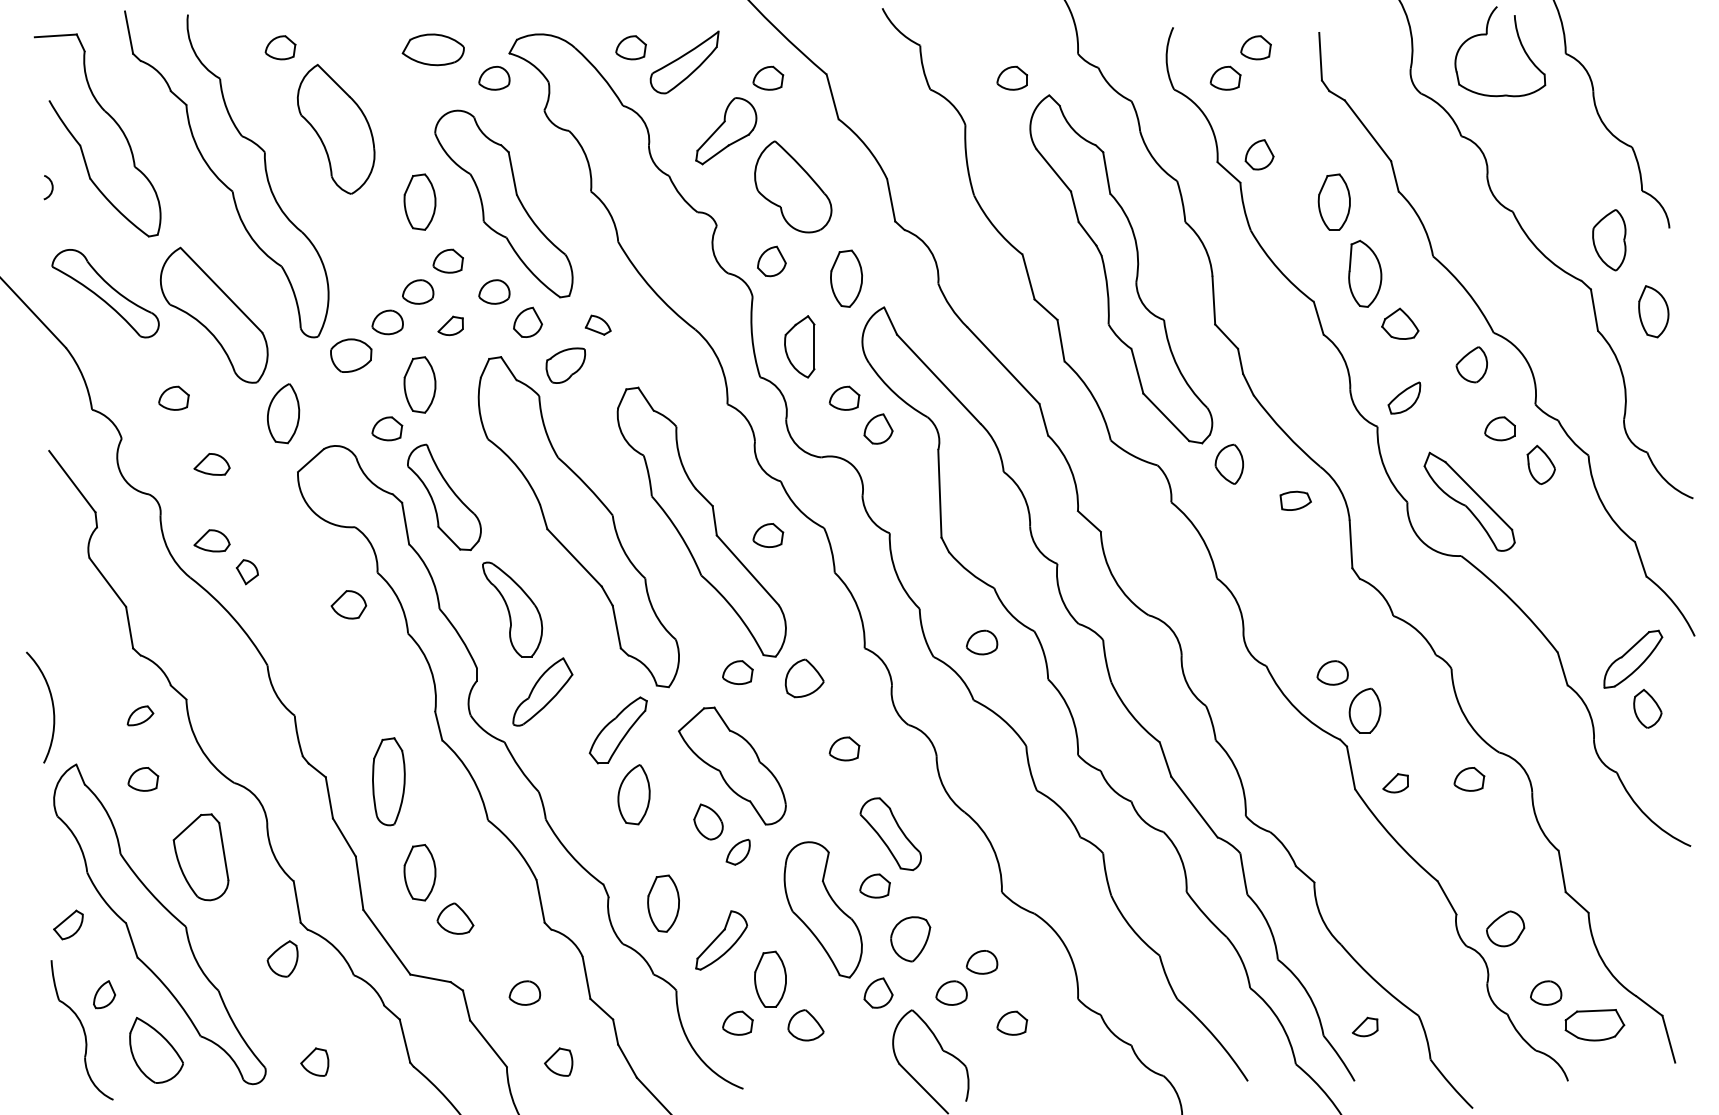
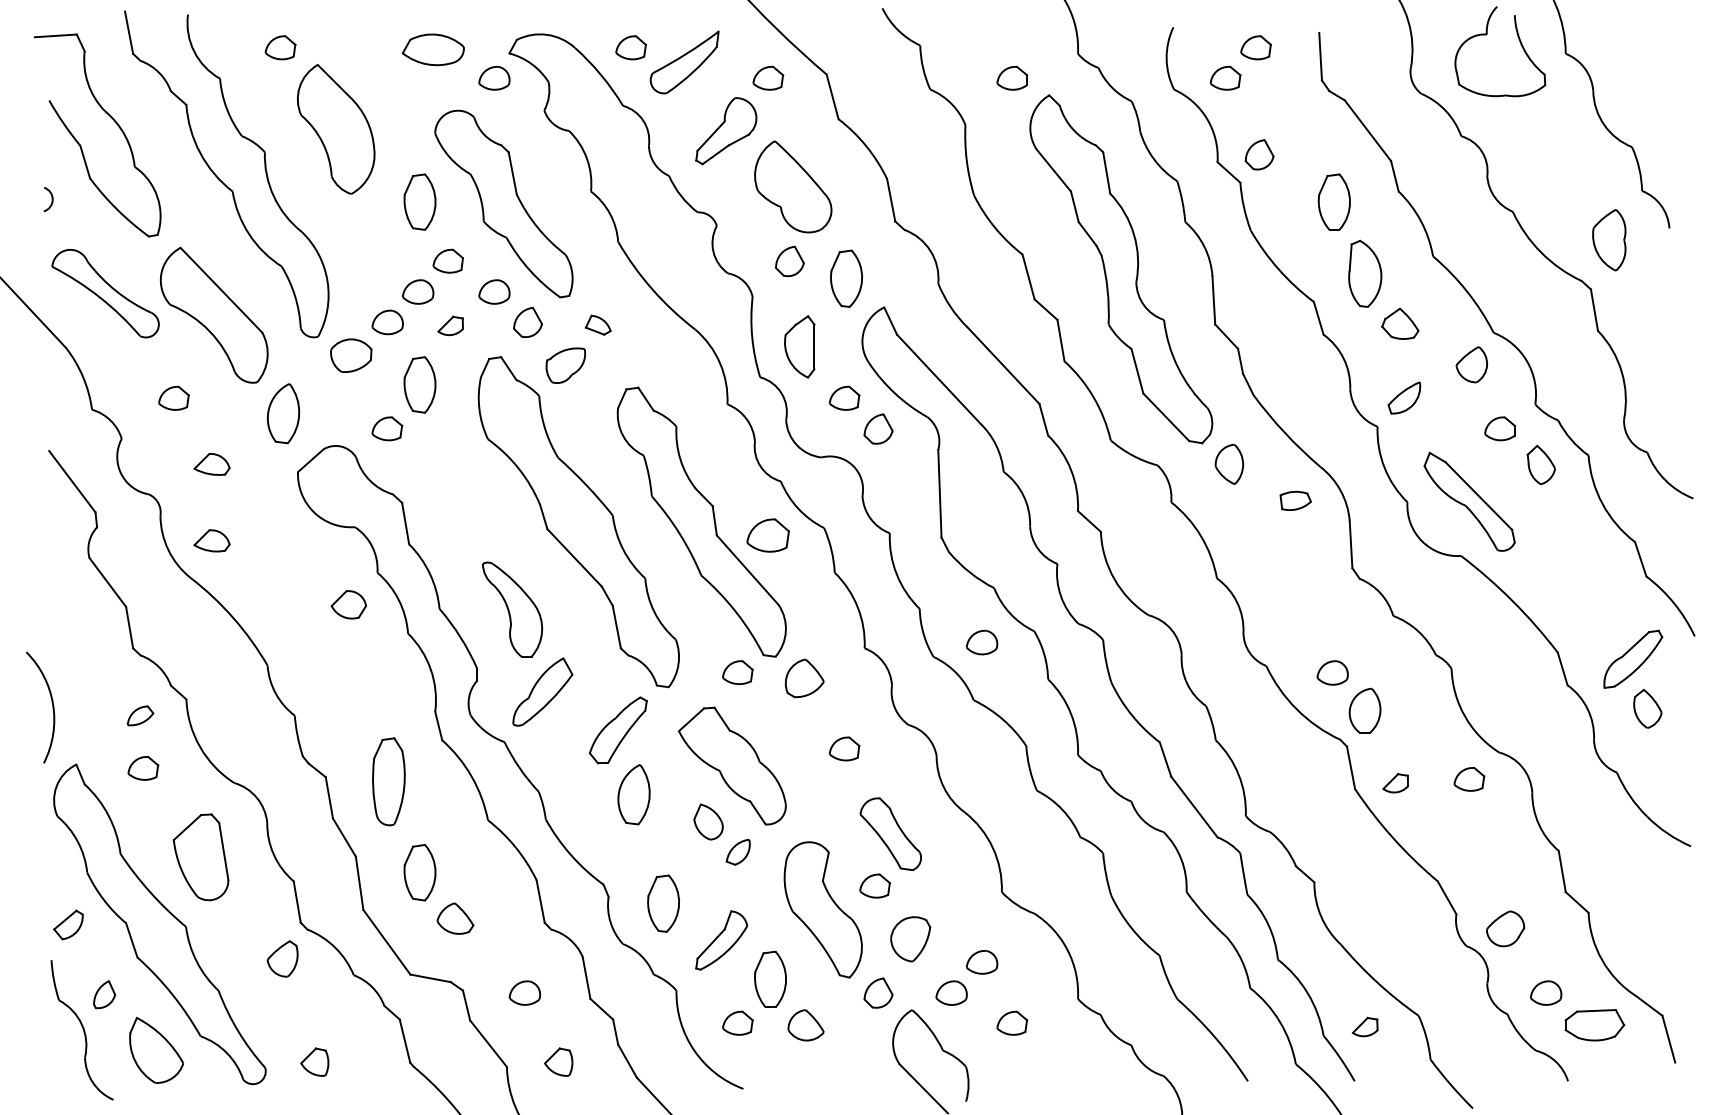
arc at (51, 187) position: (51, 187) -> (51, 199)
part at (771, 261) position: (771, 261) -> (789, 261)
part at (1653, 311): present -> none
part at (444, 497): present -> none
part at (768, 535) size: 33x25 px -> 44x35 px
part at (246, 572): present -> none
part at (143, 779) position: (143, 779) -> (143, 768)
